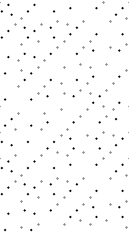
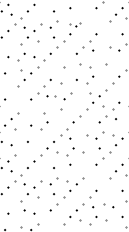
part at (75, 24) size: 19x9 px -> 13x6 px
part at (72, 93) position: (72, 93) -> (63, 96)
part at (114, 205) position: (114, 205) -> (108, 205)
